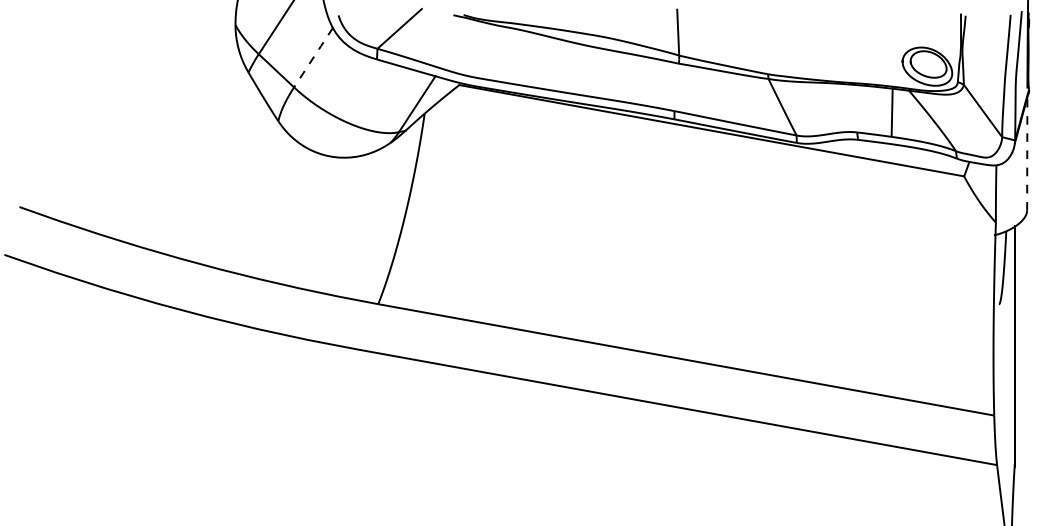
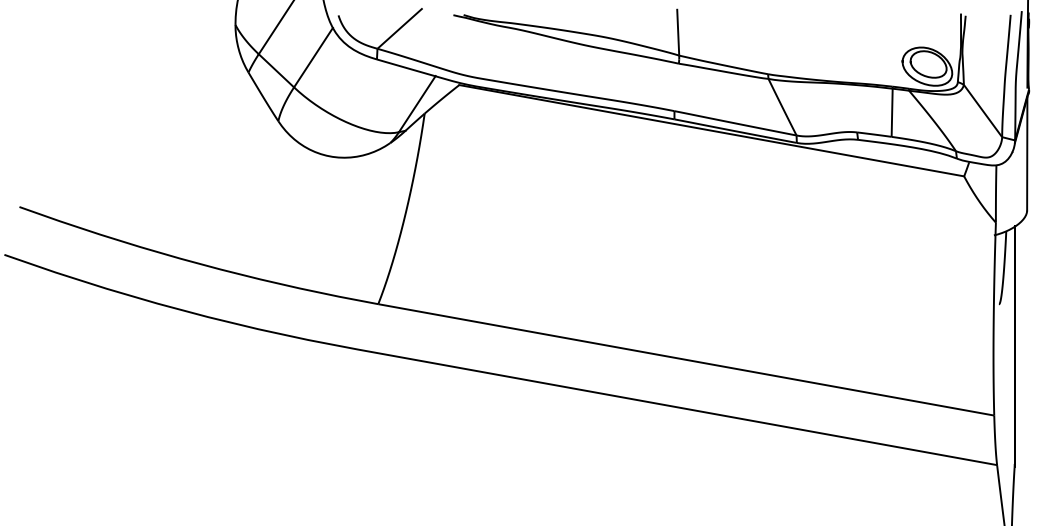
line at (313, 57): dashed -> solid
line at (1027, 153): dashed -> solid
